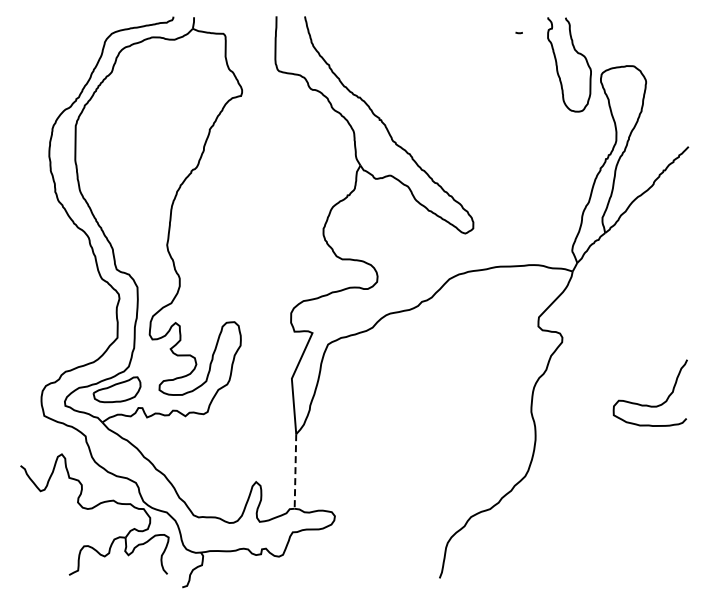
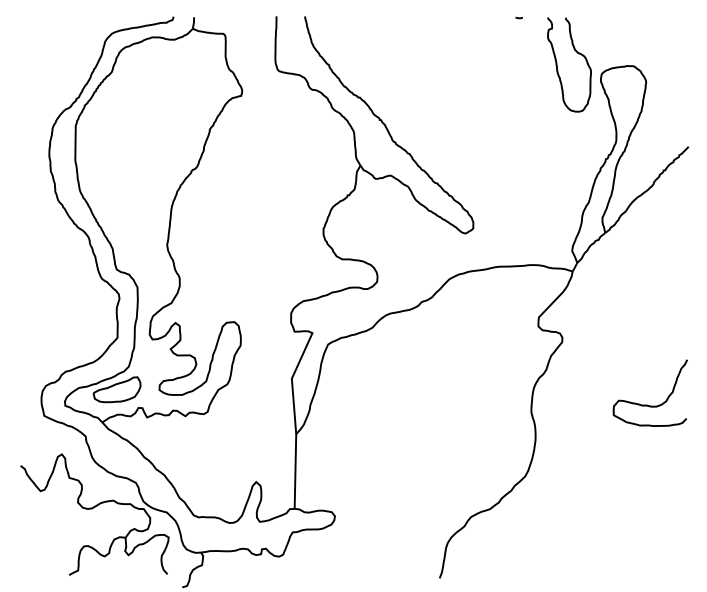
line at (518, 32) position: (518, 32) -> (518, 17)
line at (295, 471): dashed -> solid
